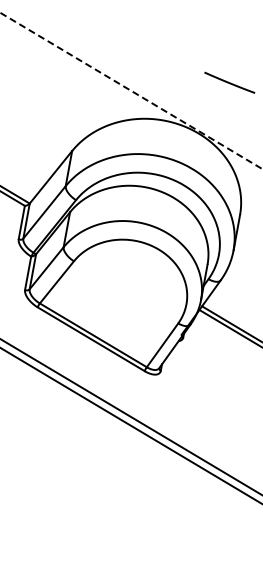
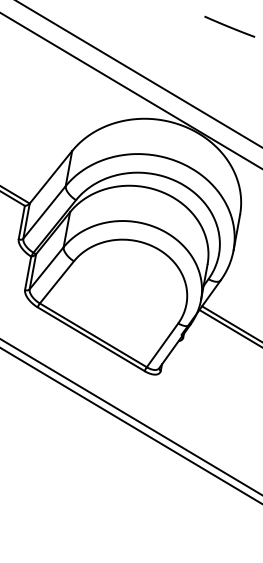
line at (138, 73): none -> present
line at (229, 82) position: (229, 82) -> (229, 26)
line at (131, 90): dashed -> solid
